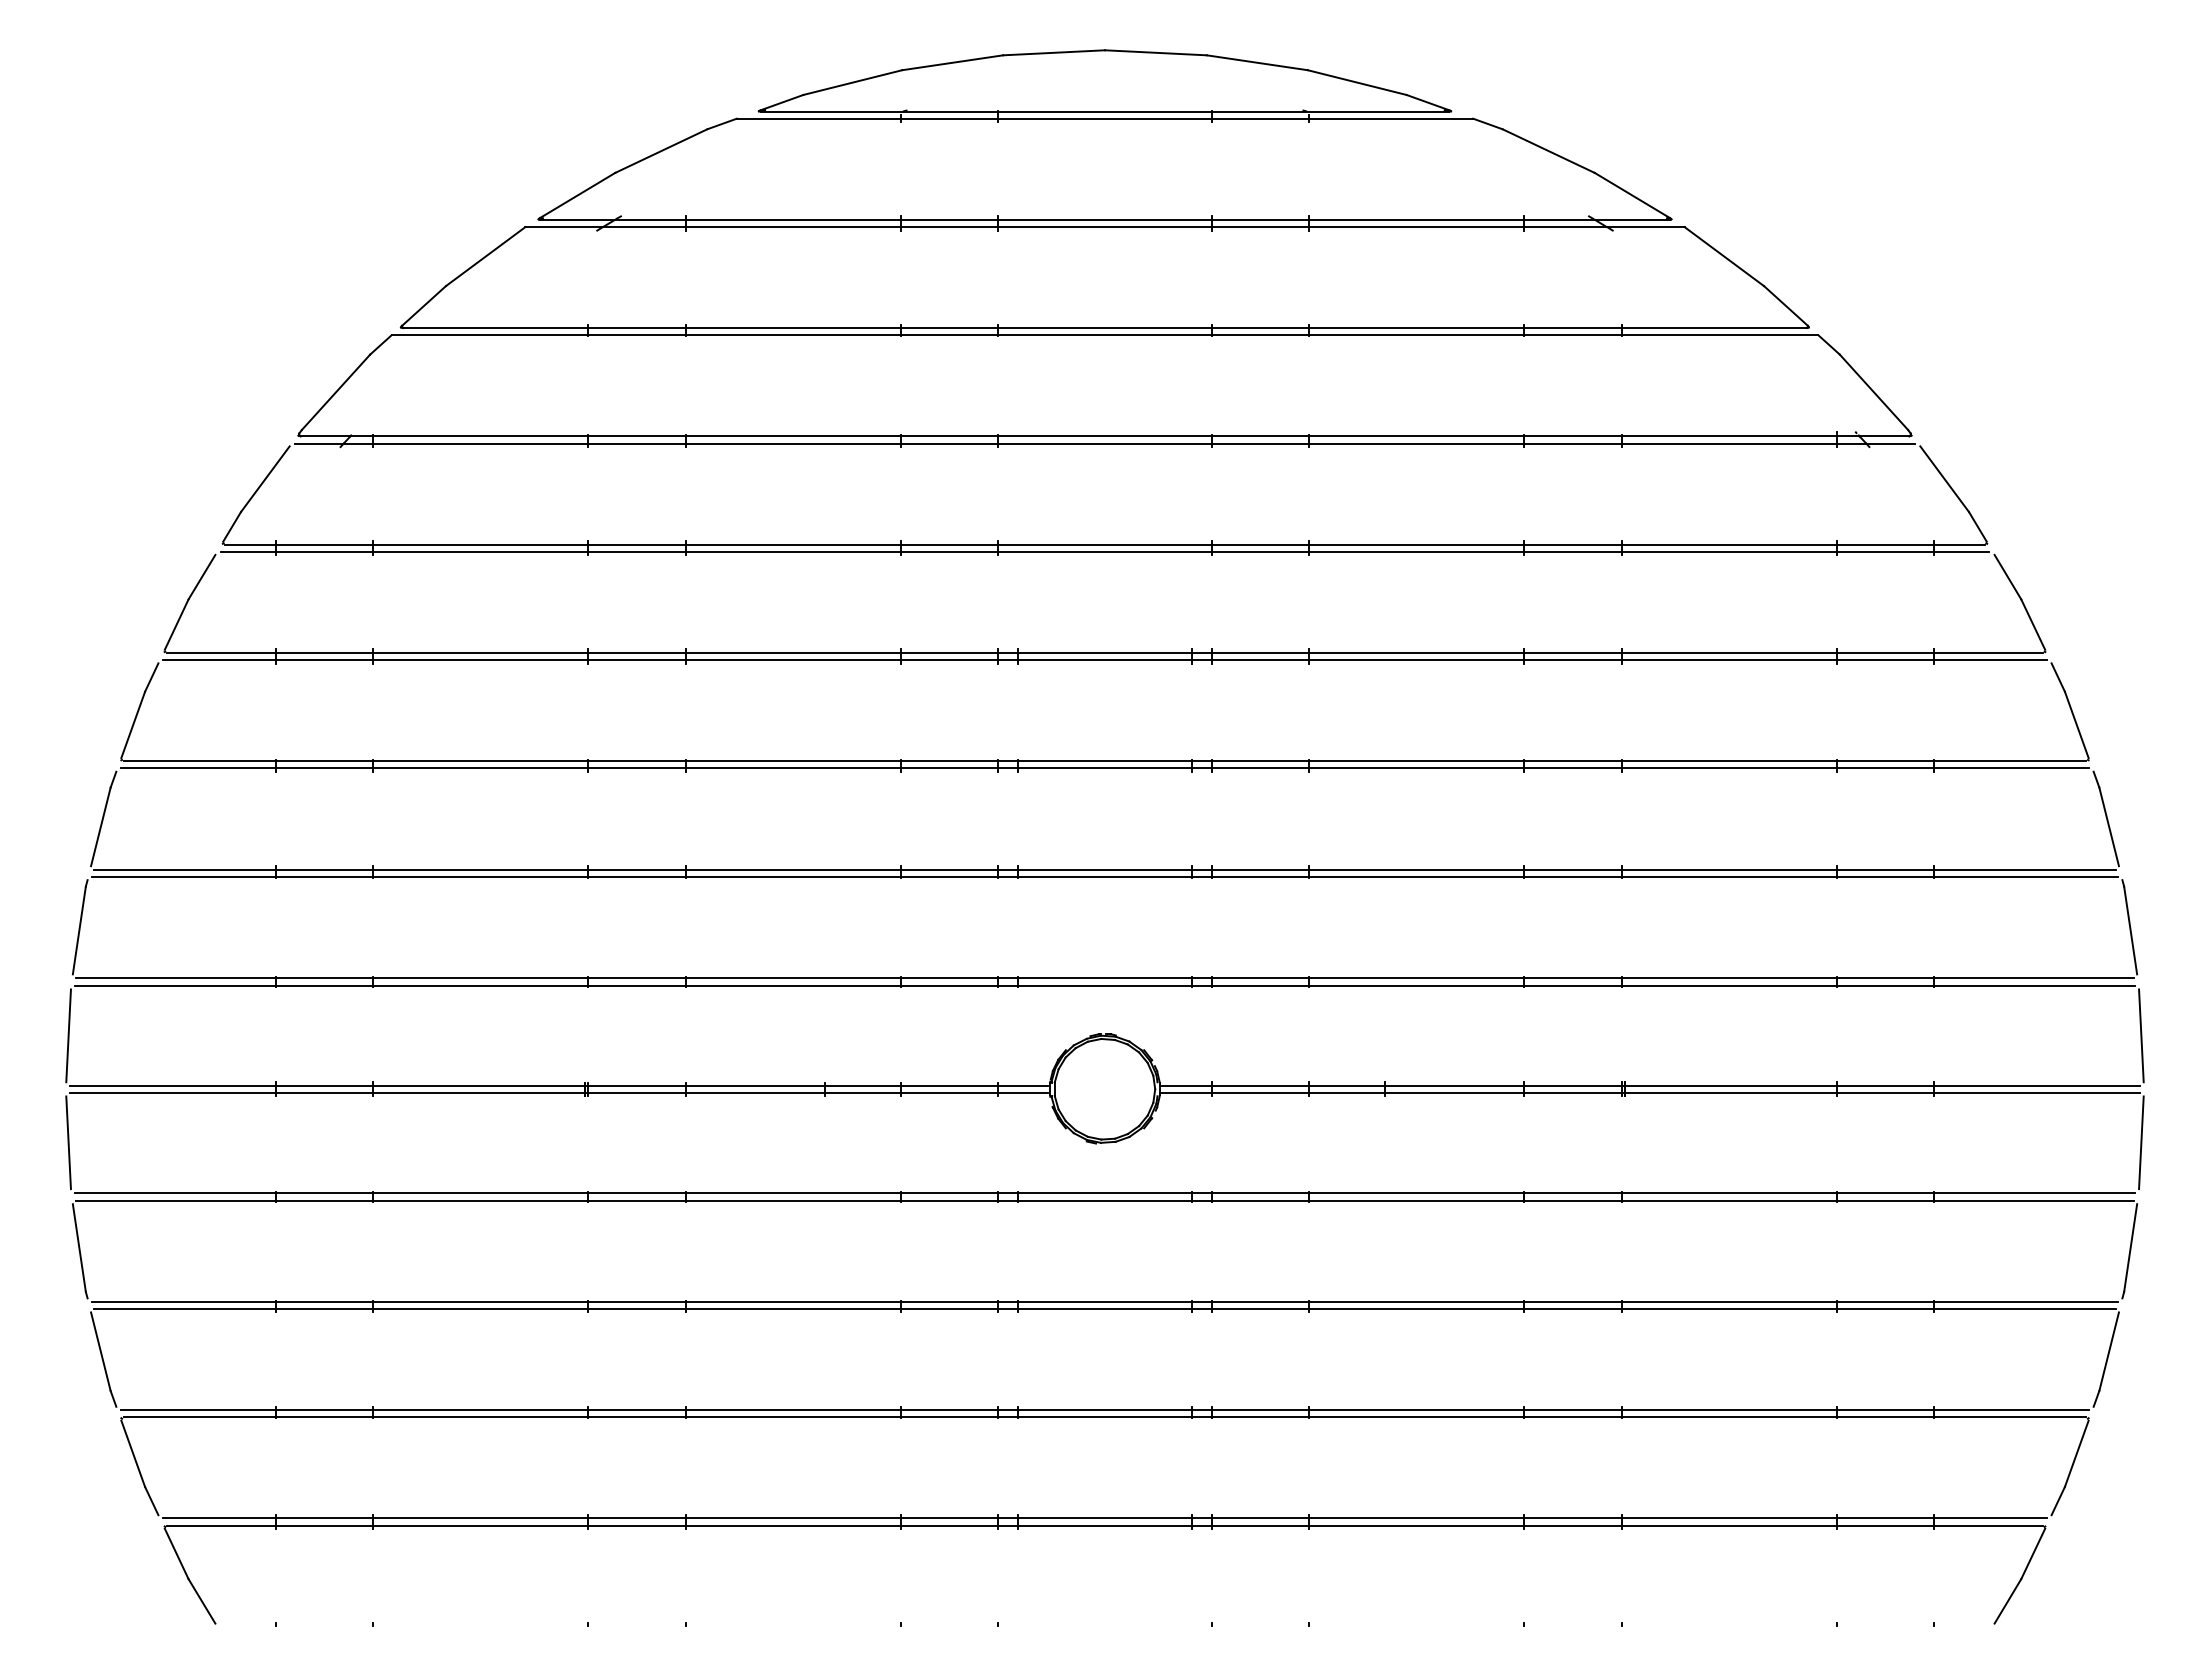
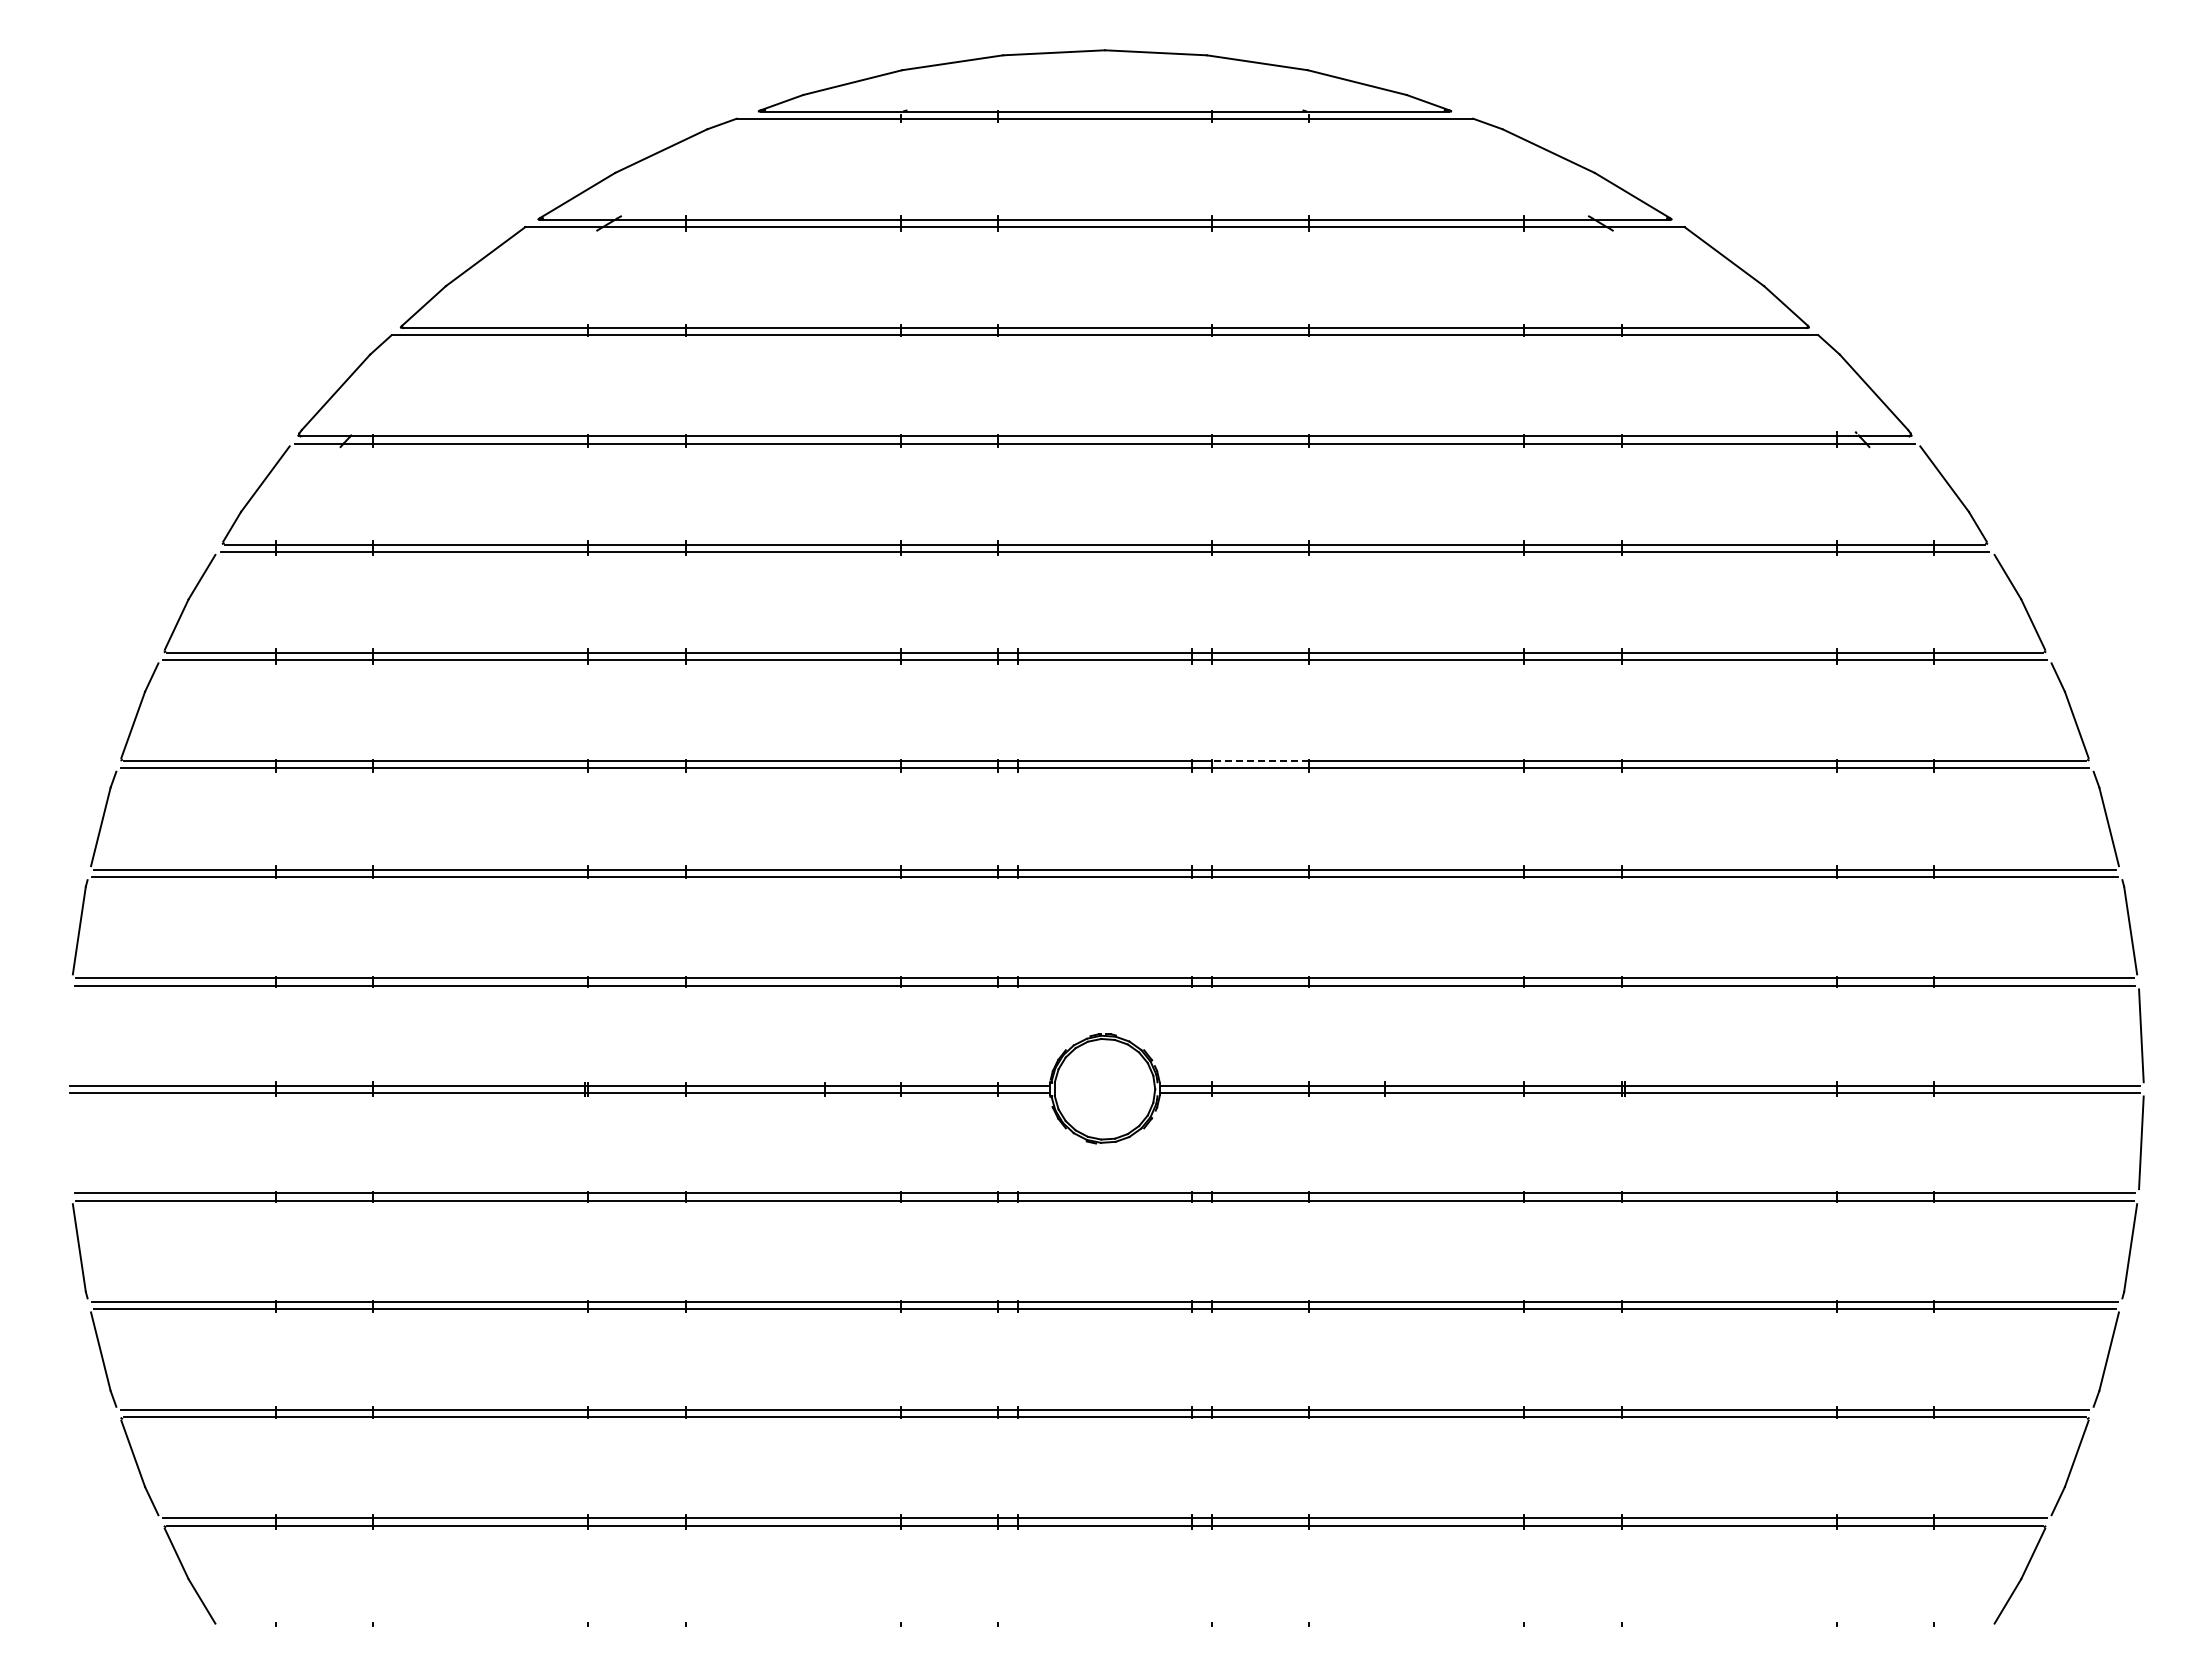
line at (1260, 761): solid -> dashed
line at (68, 1035): present -> none
line at (68, 1142): present -> none
